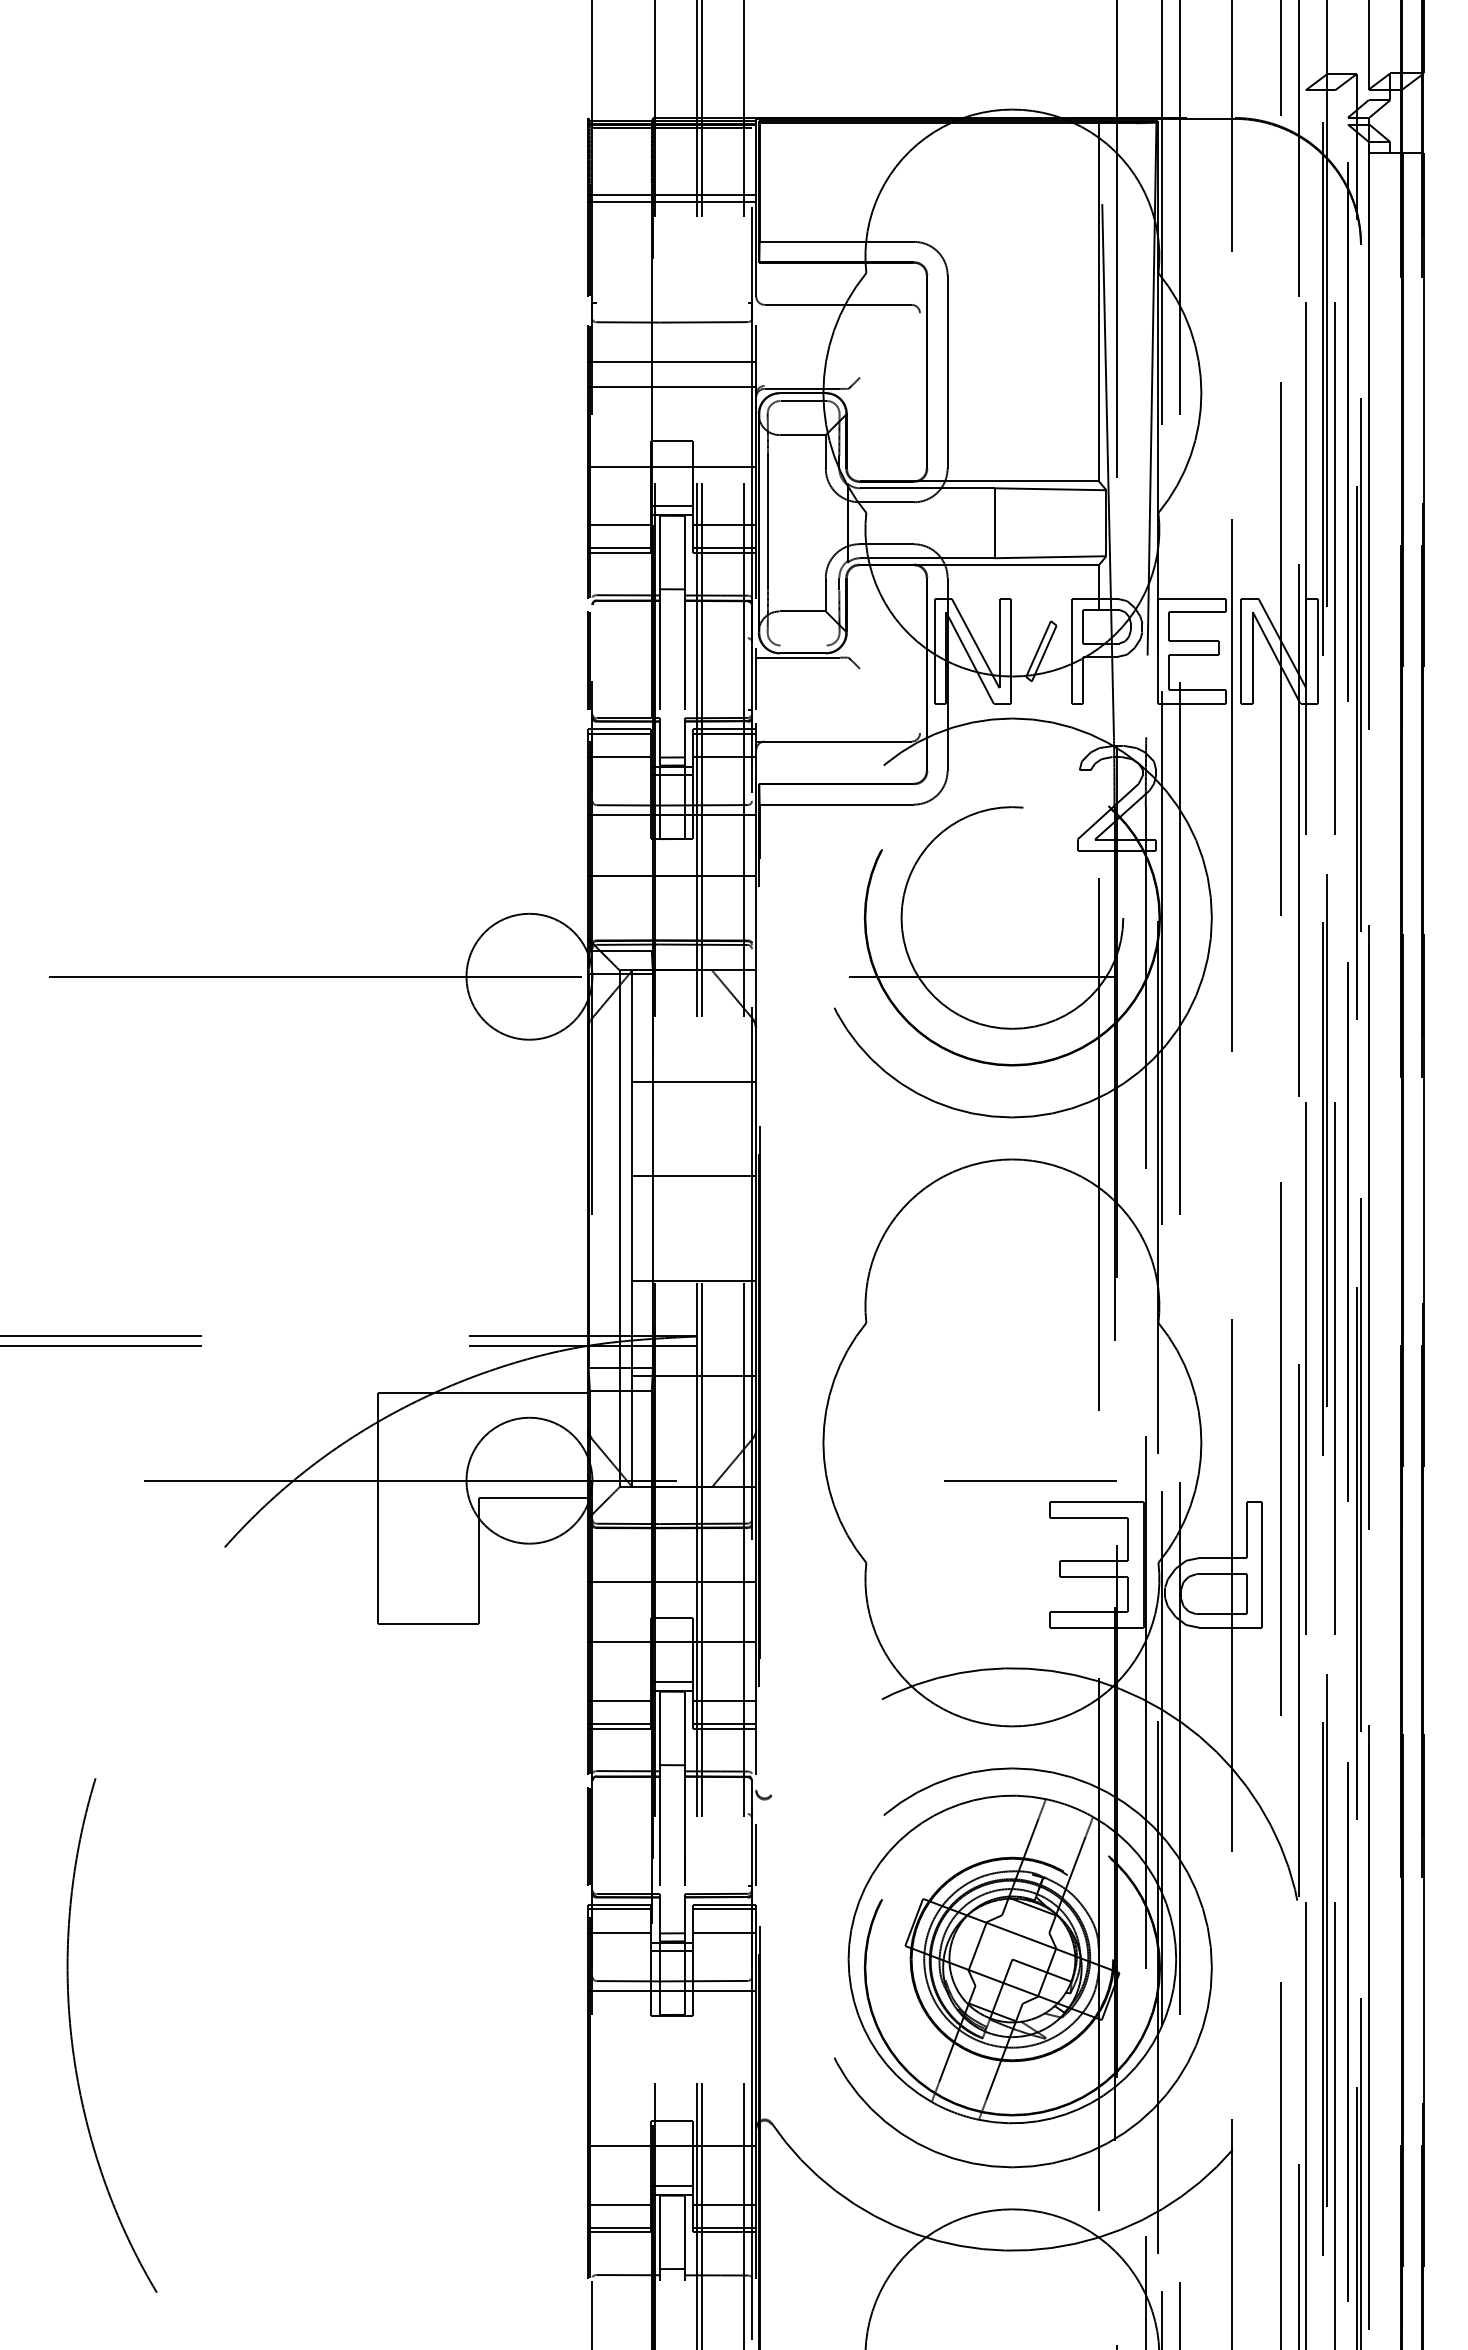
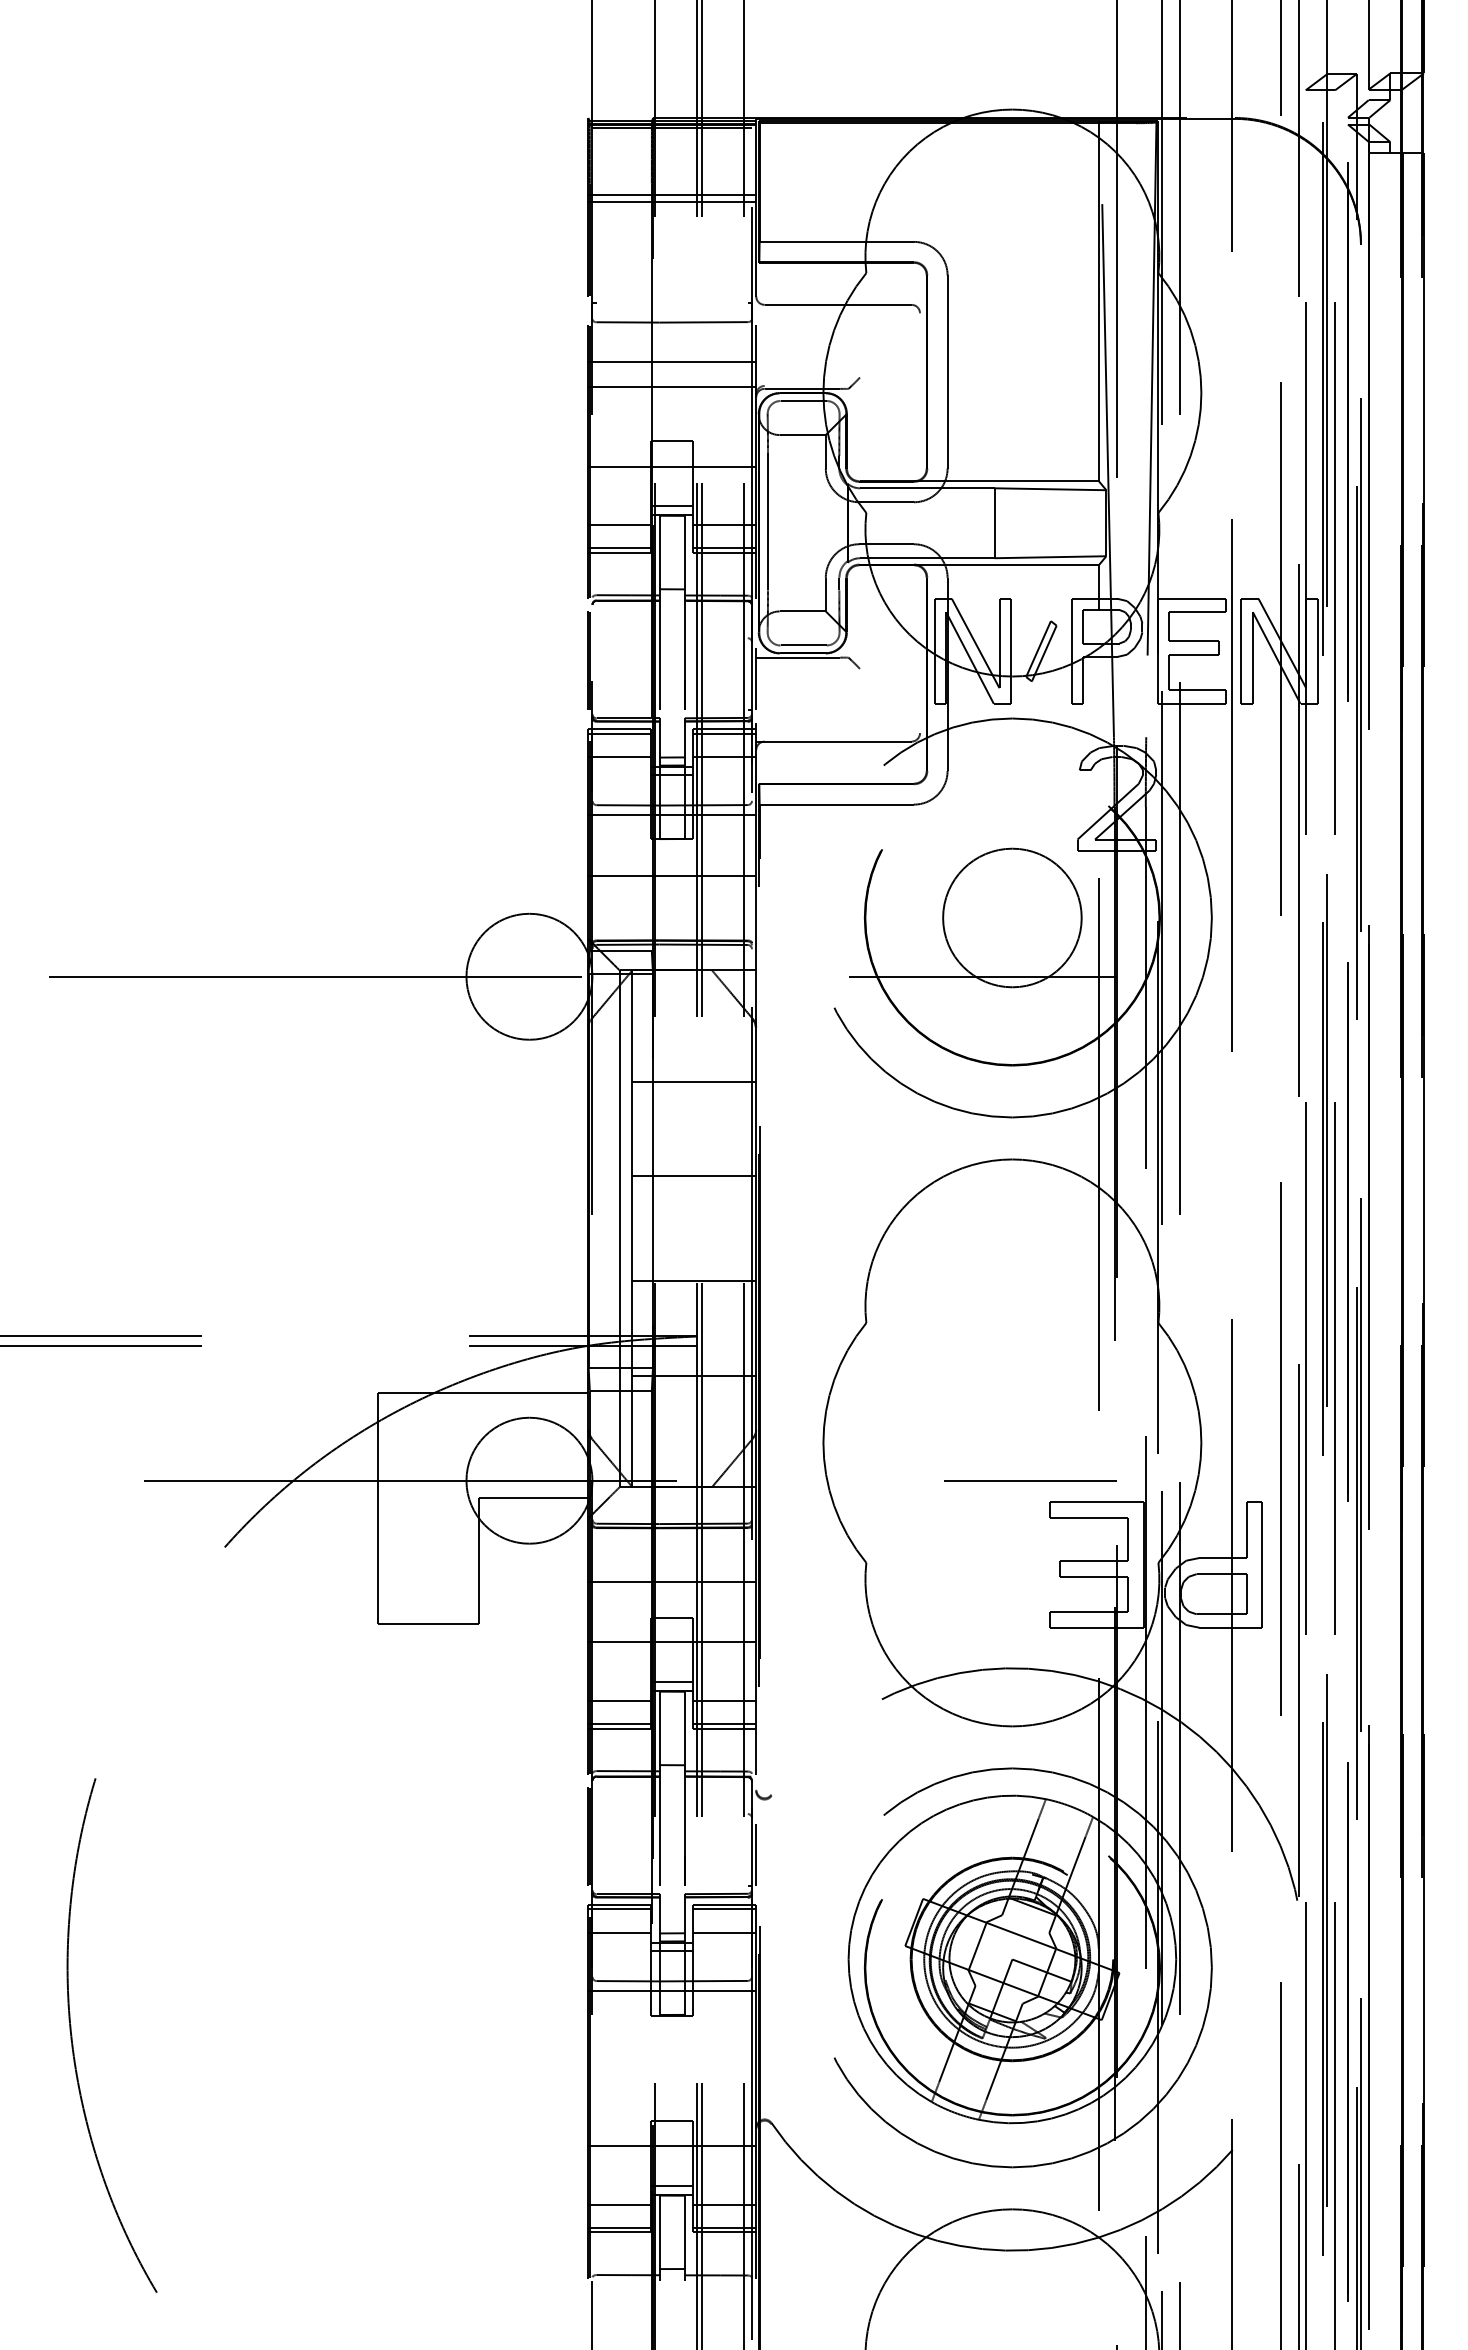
line at (803, 645): none -> present
circle at (1012, 917) diameter: 222 px -> 139 px
